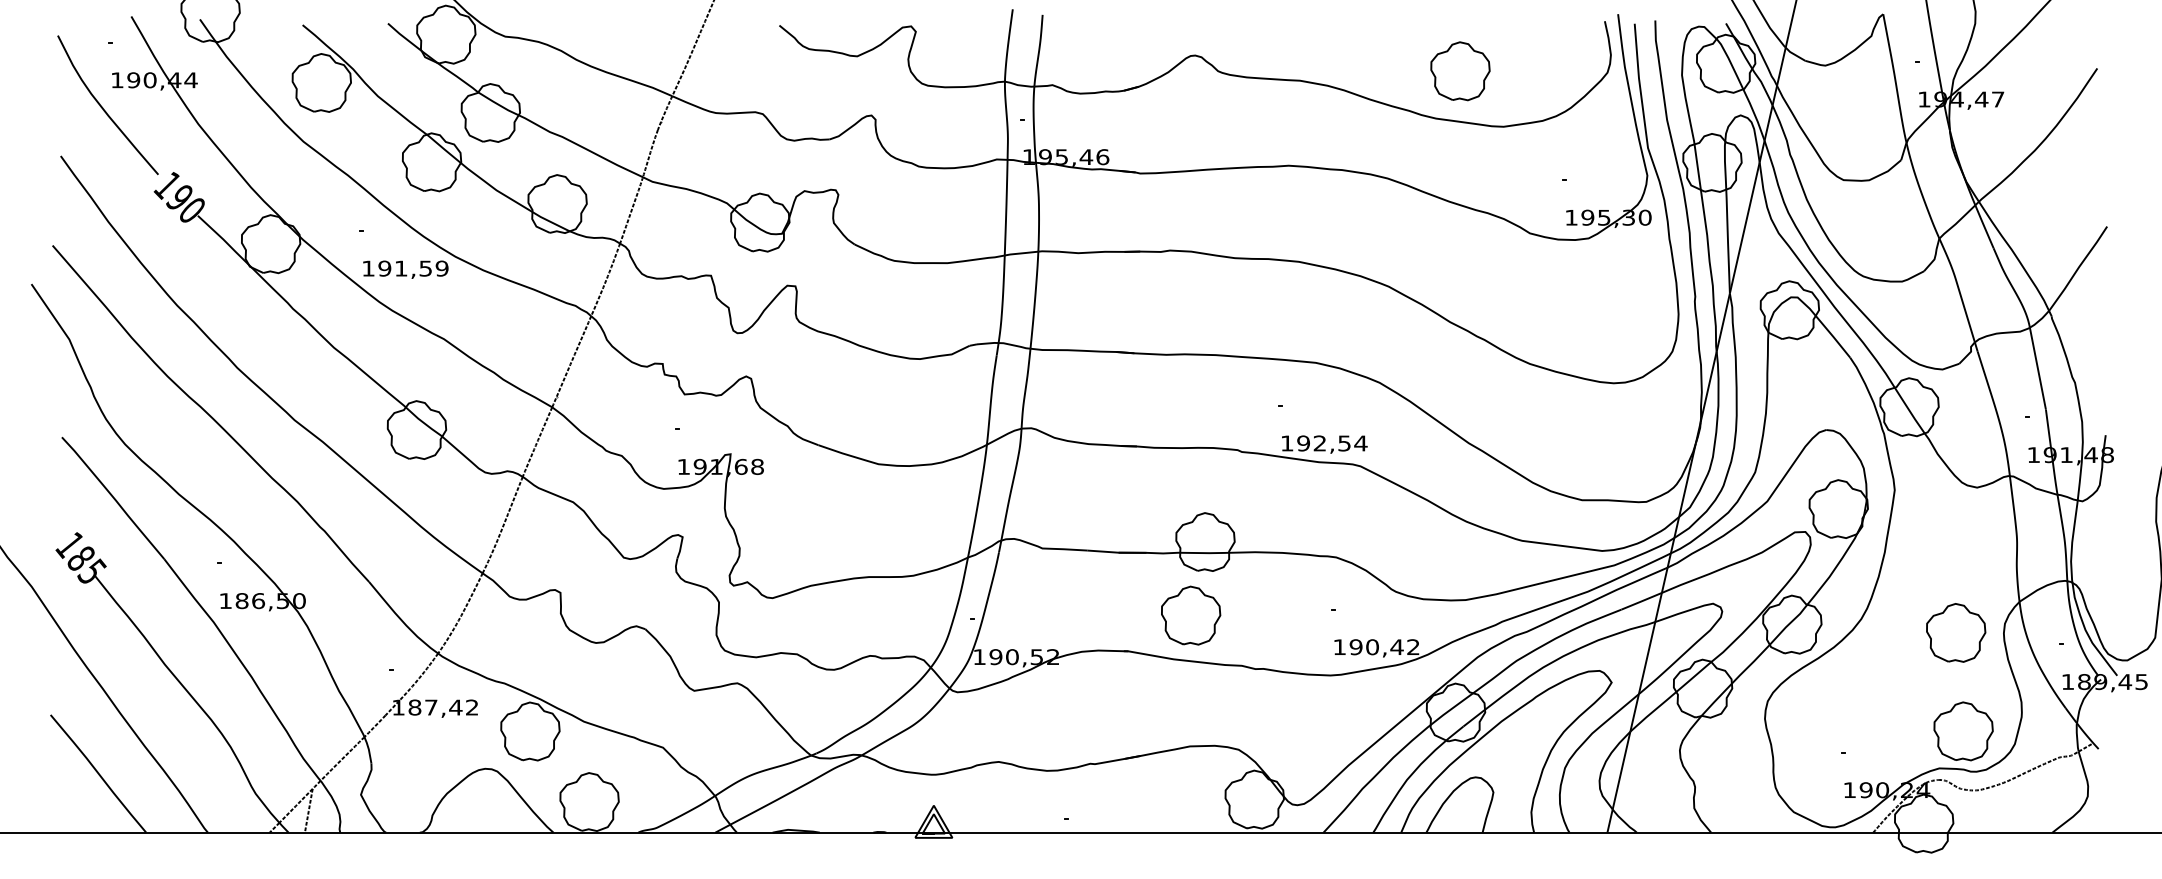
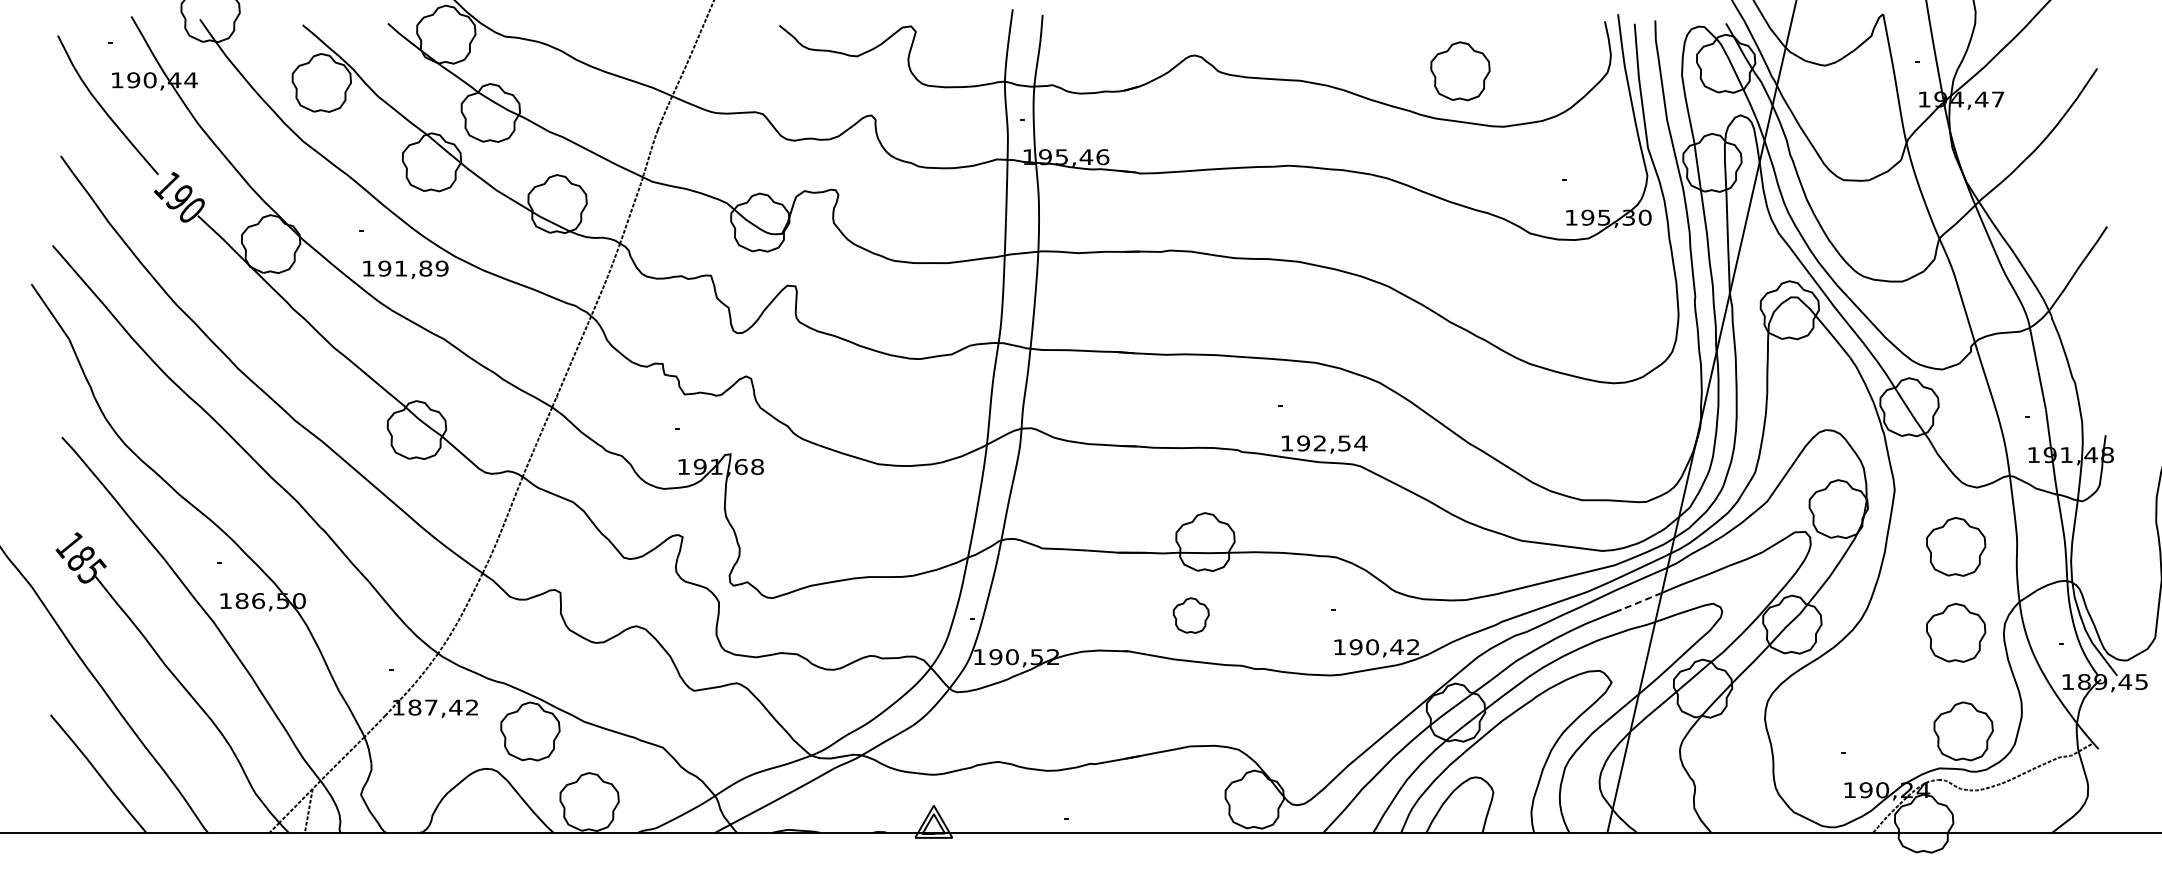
text at (425, 268): 191,59 -> 191,89
part at (1956, 546): none -> present
line at (1641, 601): solid -> dashed
part at (1191, 615) size: 61x61 px -> 38x37 px
